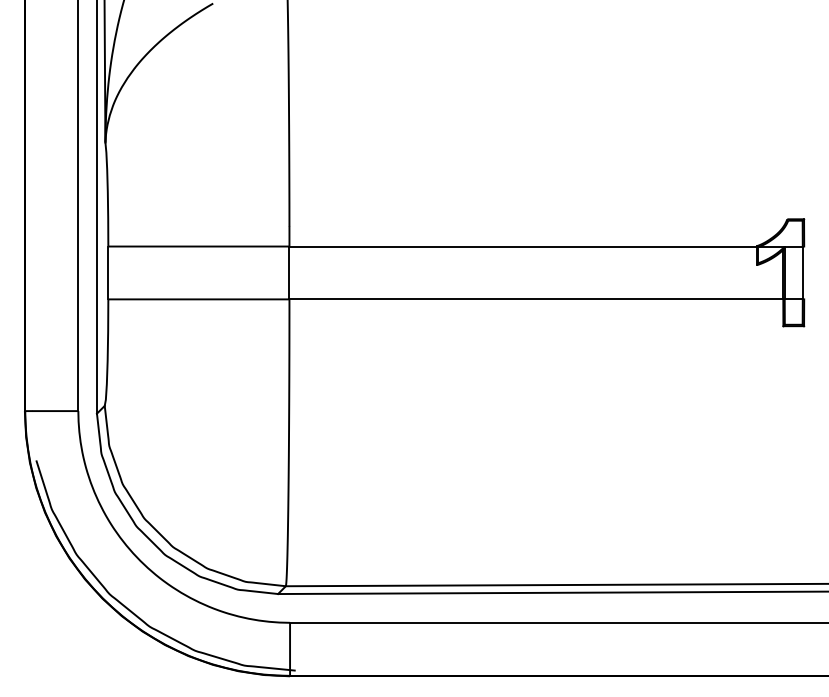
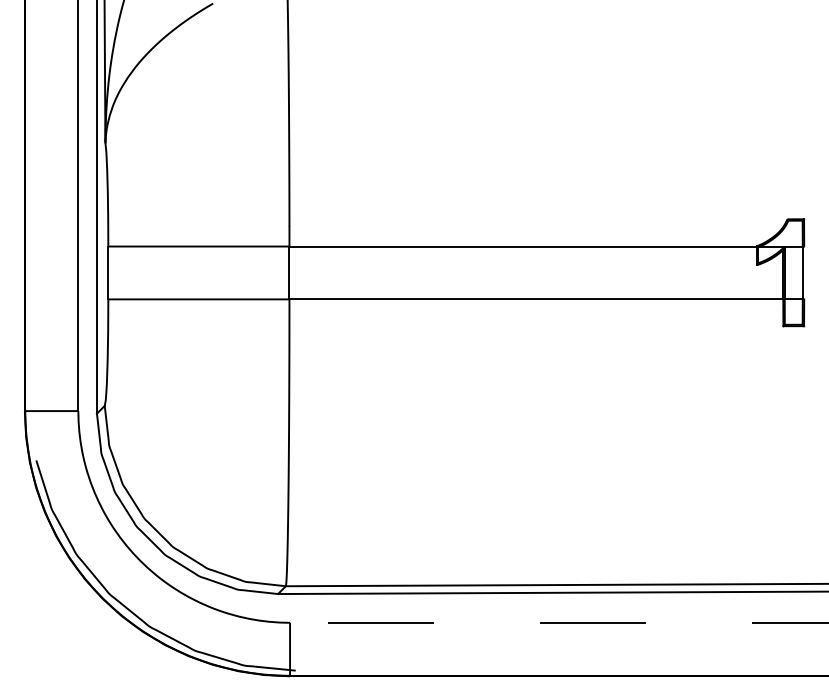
line at (559, 622): solid -> dashed
